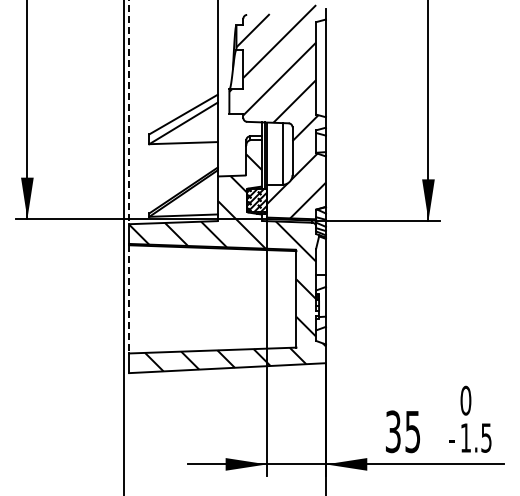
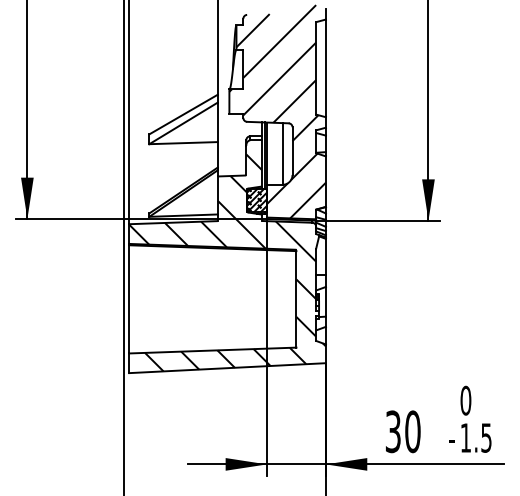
line at (129, 112): dashed -> solid
line at (129, 299): dashed -> solid
text at (412, 431): 35 -> 30
